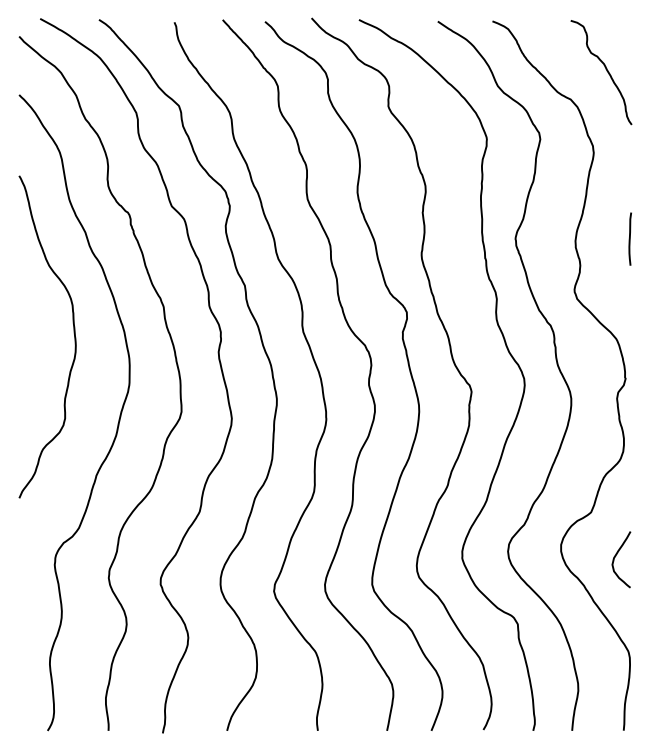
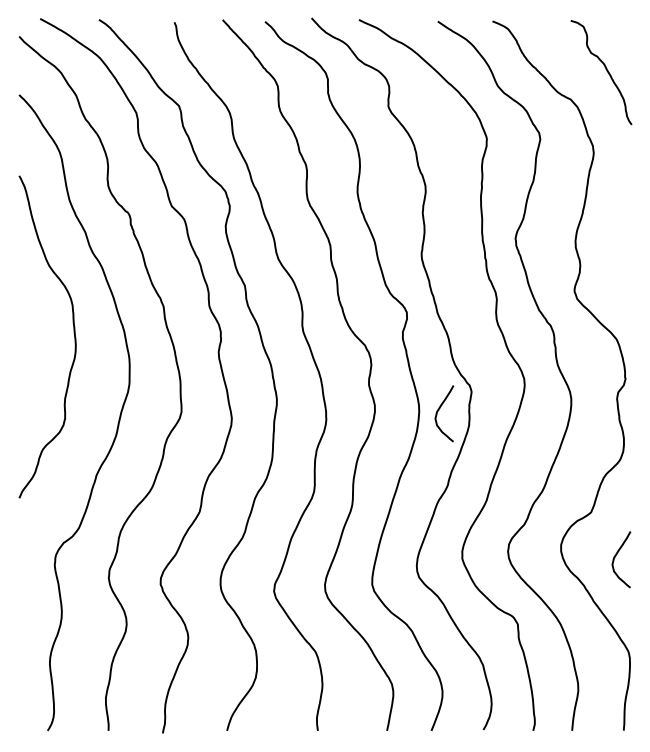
line at (629, 238): present -> none
curve at (439, 410): none -> present
